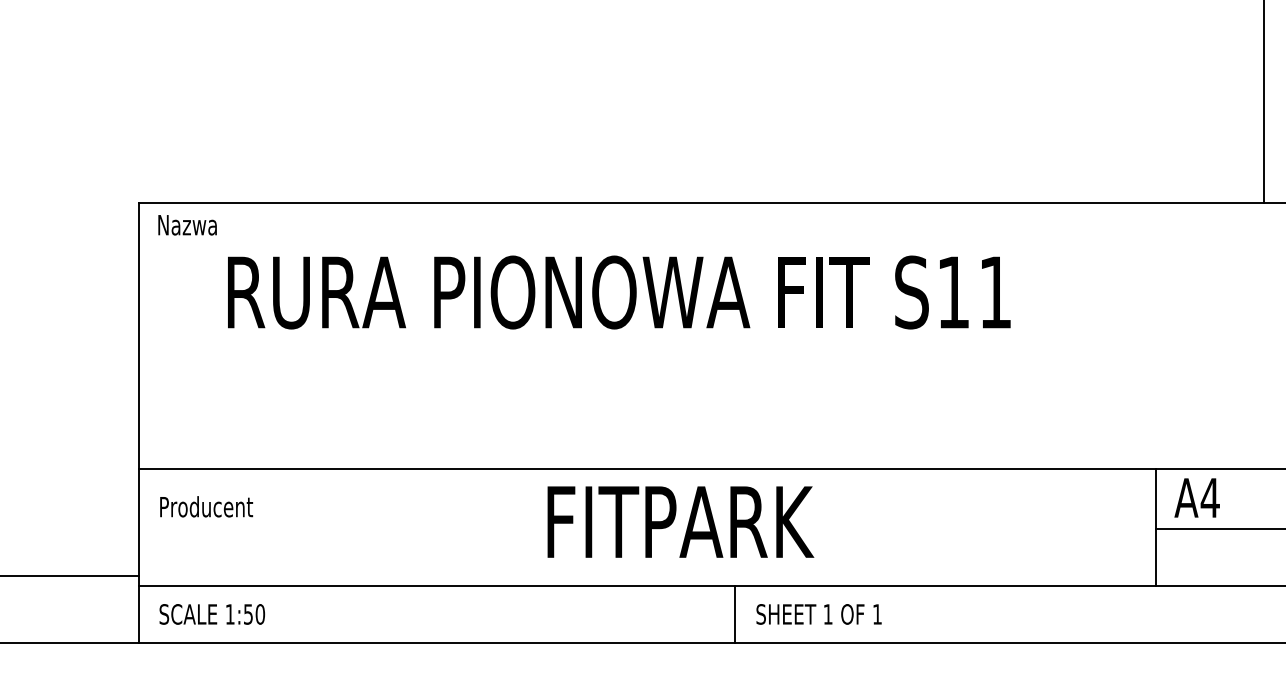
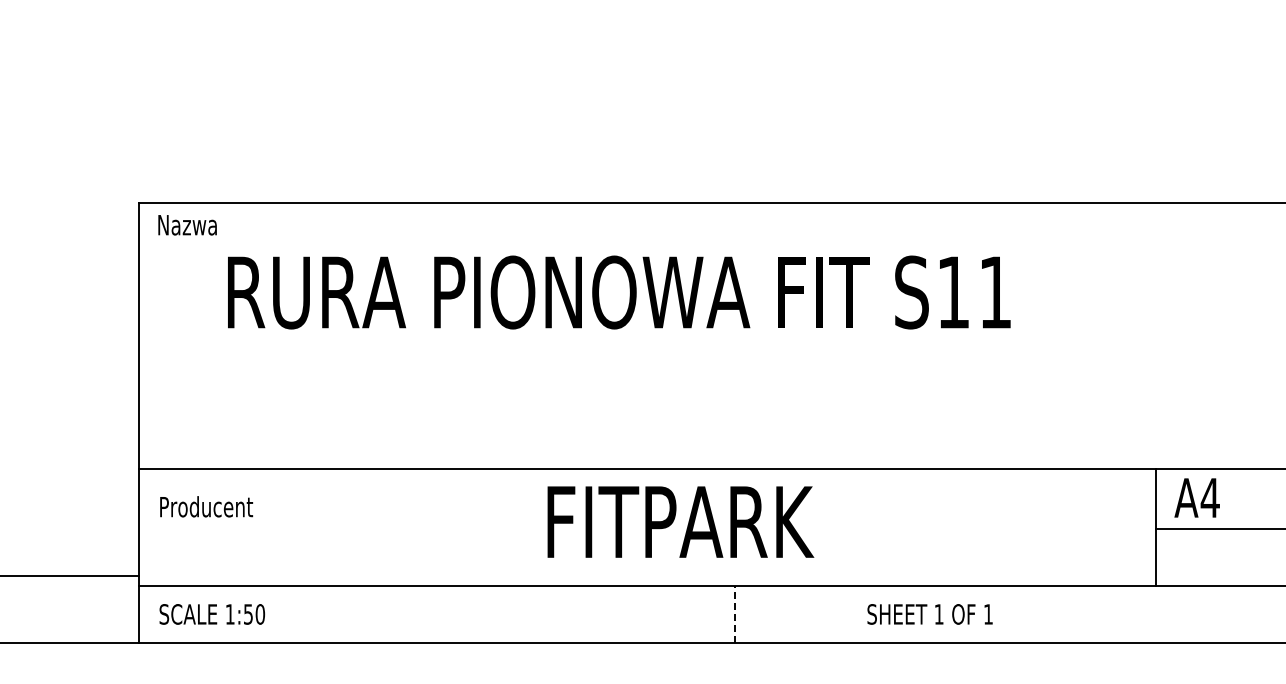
line at (1264, 102): present -> none
line at (735, 614): solid -> dashed
text at (818, 614) position: (818, 614) -> (929, 614)
